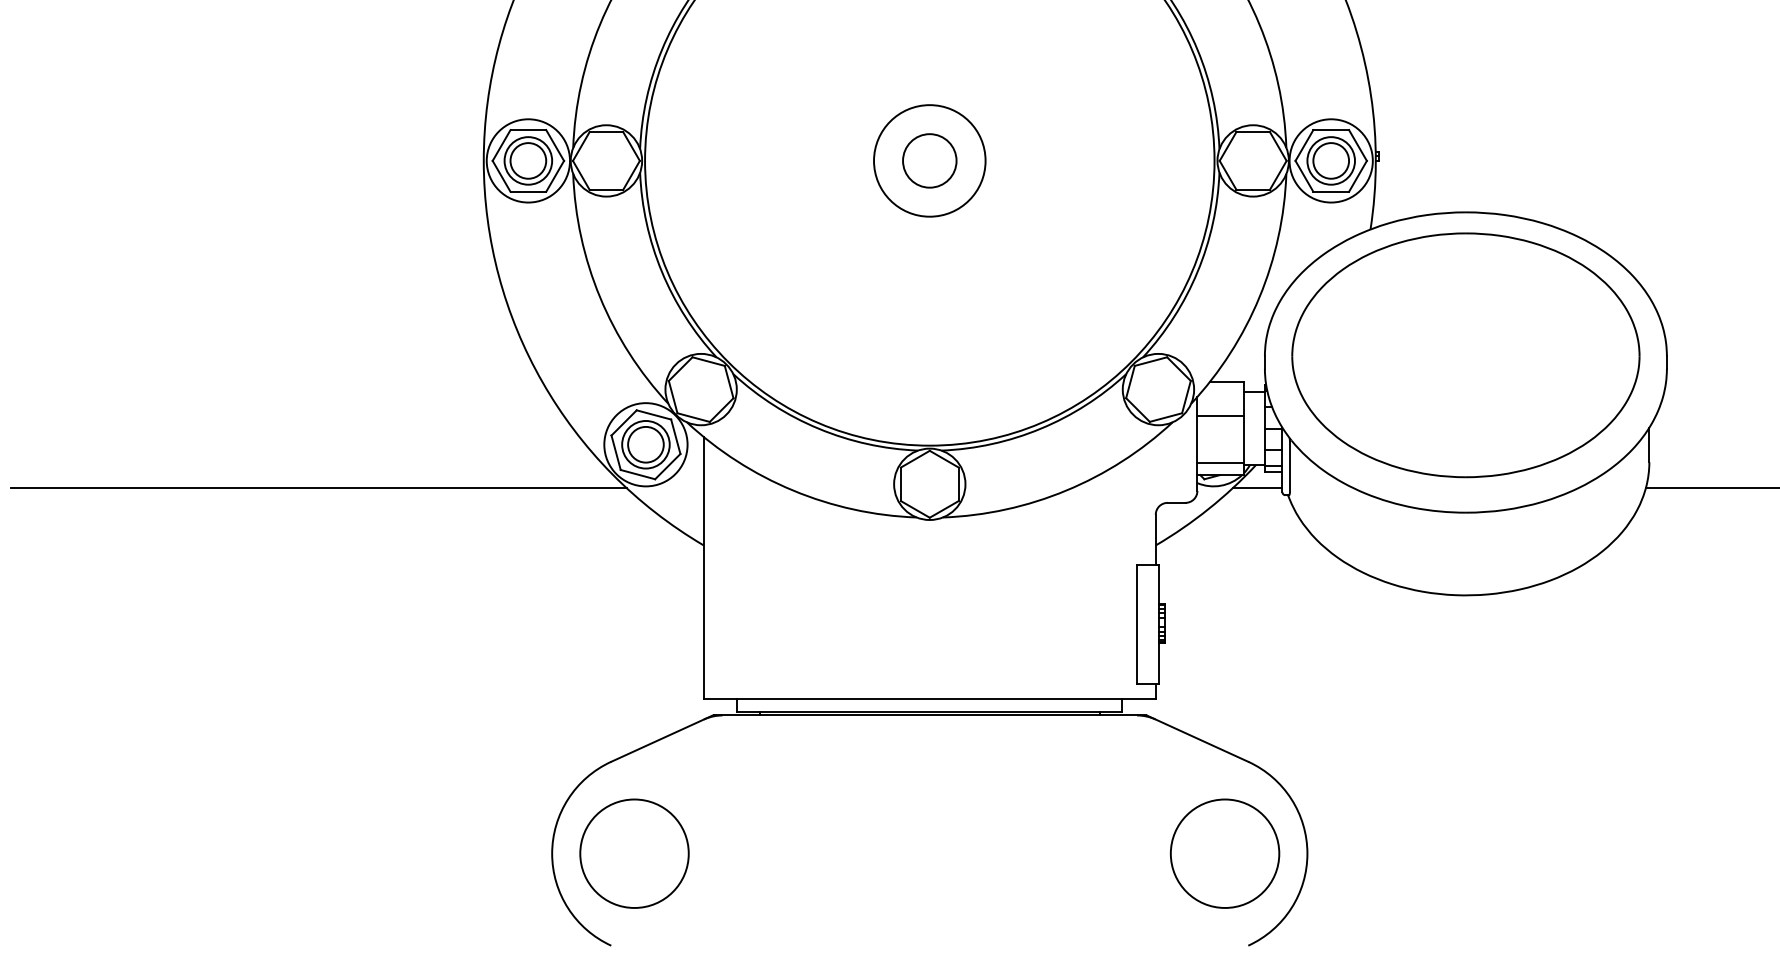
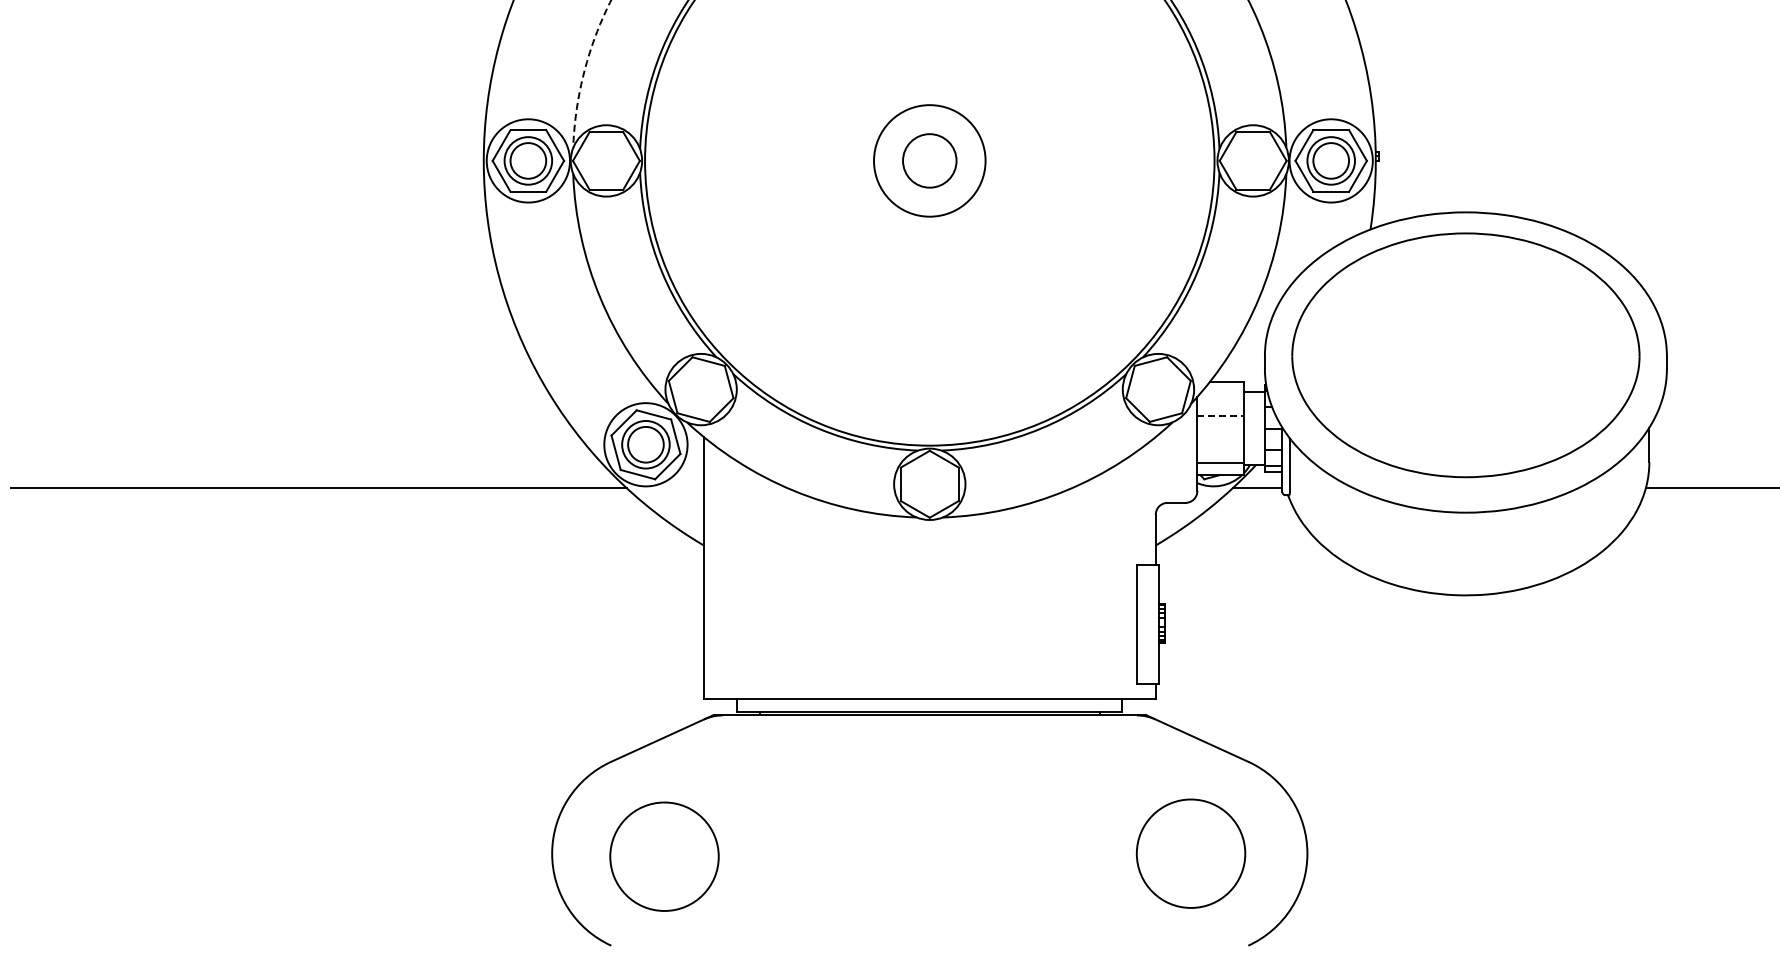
arc at (584, 72): solid -> dashed
line at (1221, 416): solid -> dashed
circle at (634, 853) position: (634, 853) -> (664, 856)
circle at (1224, 853) position: (1224, 853) -> (1190, 853)
